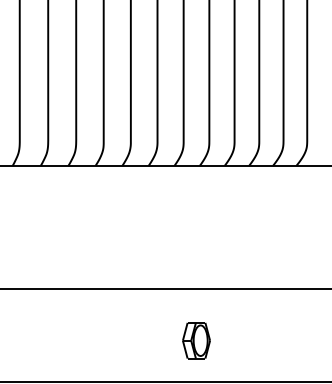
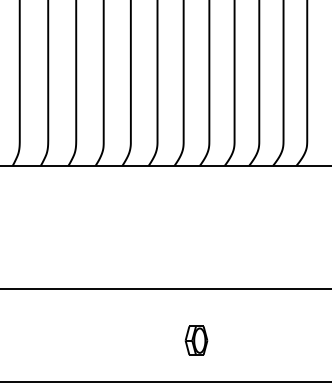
part at (196, 340) size: 29x38 px -> 25x31 px
